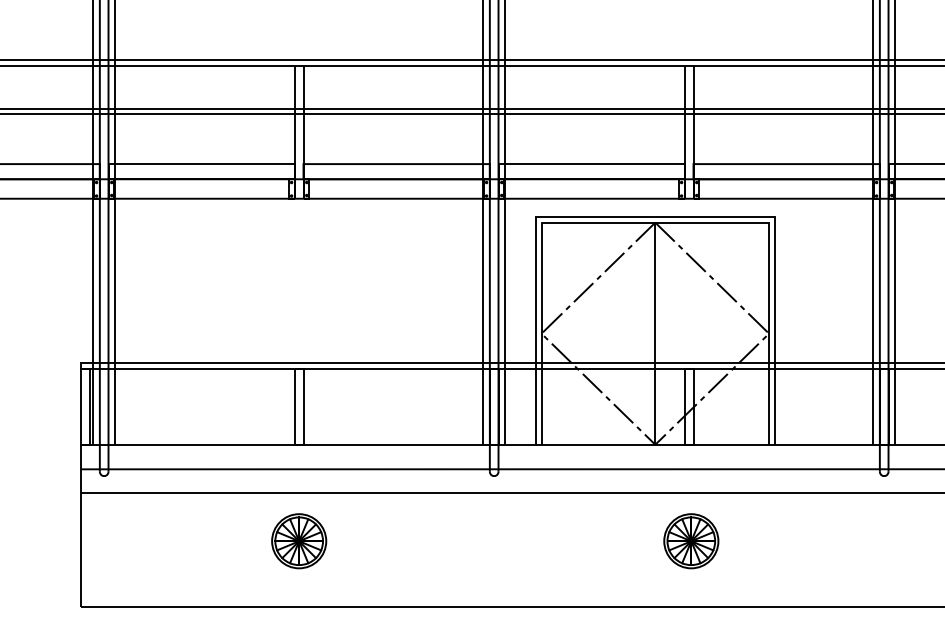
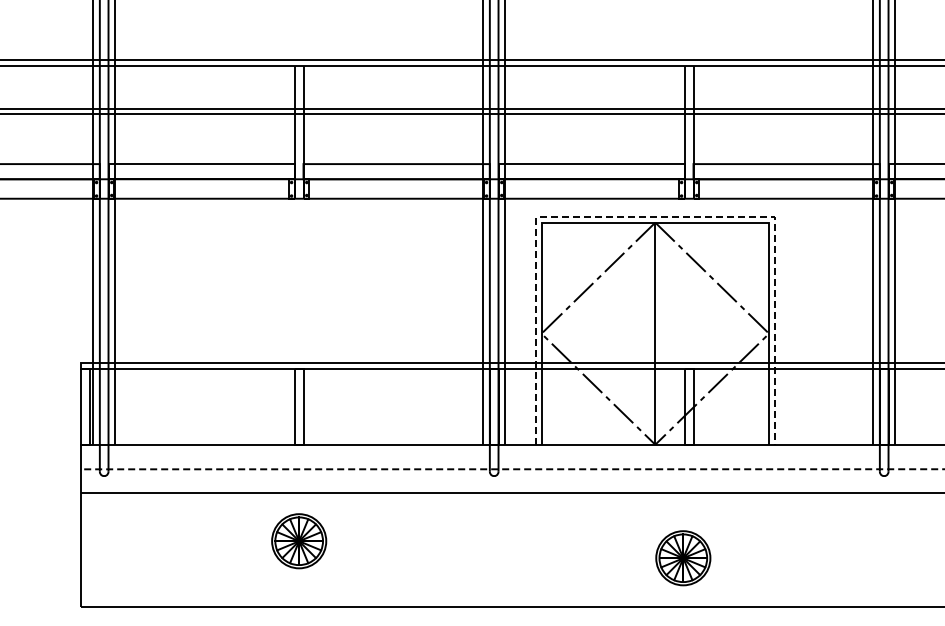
line at (655, 217): solid -> dashed
line at (512, 469): solid -> dashed
part at (691, 541) position: (691, 541) -> (683, 558)
